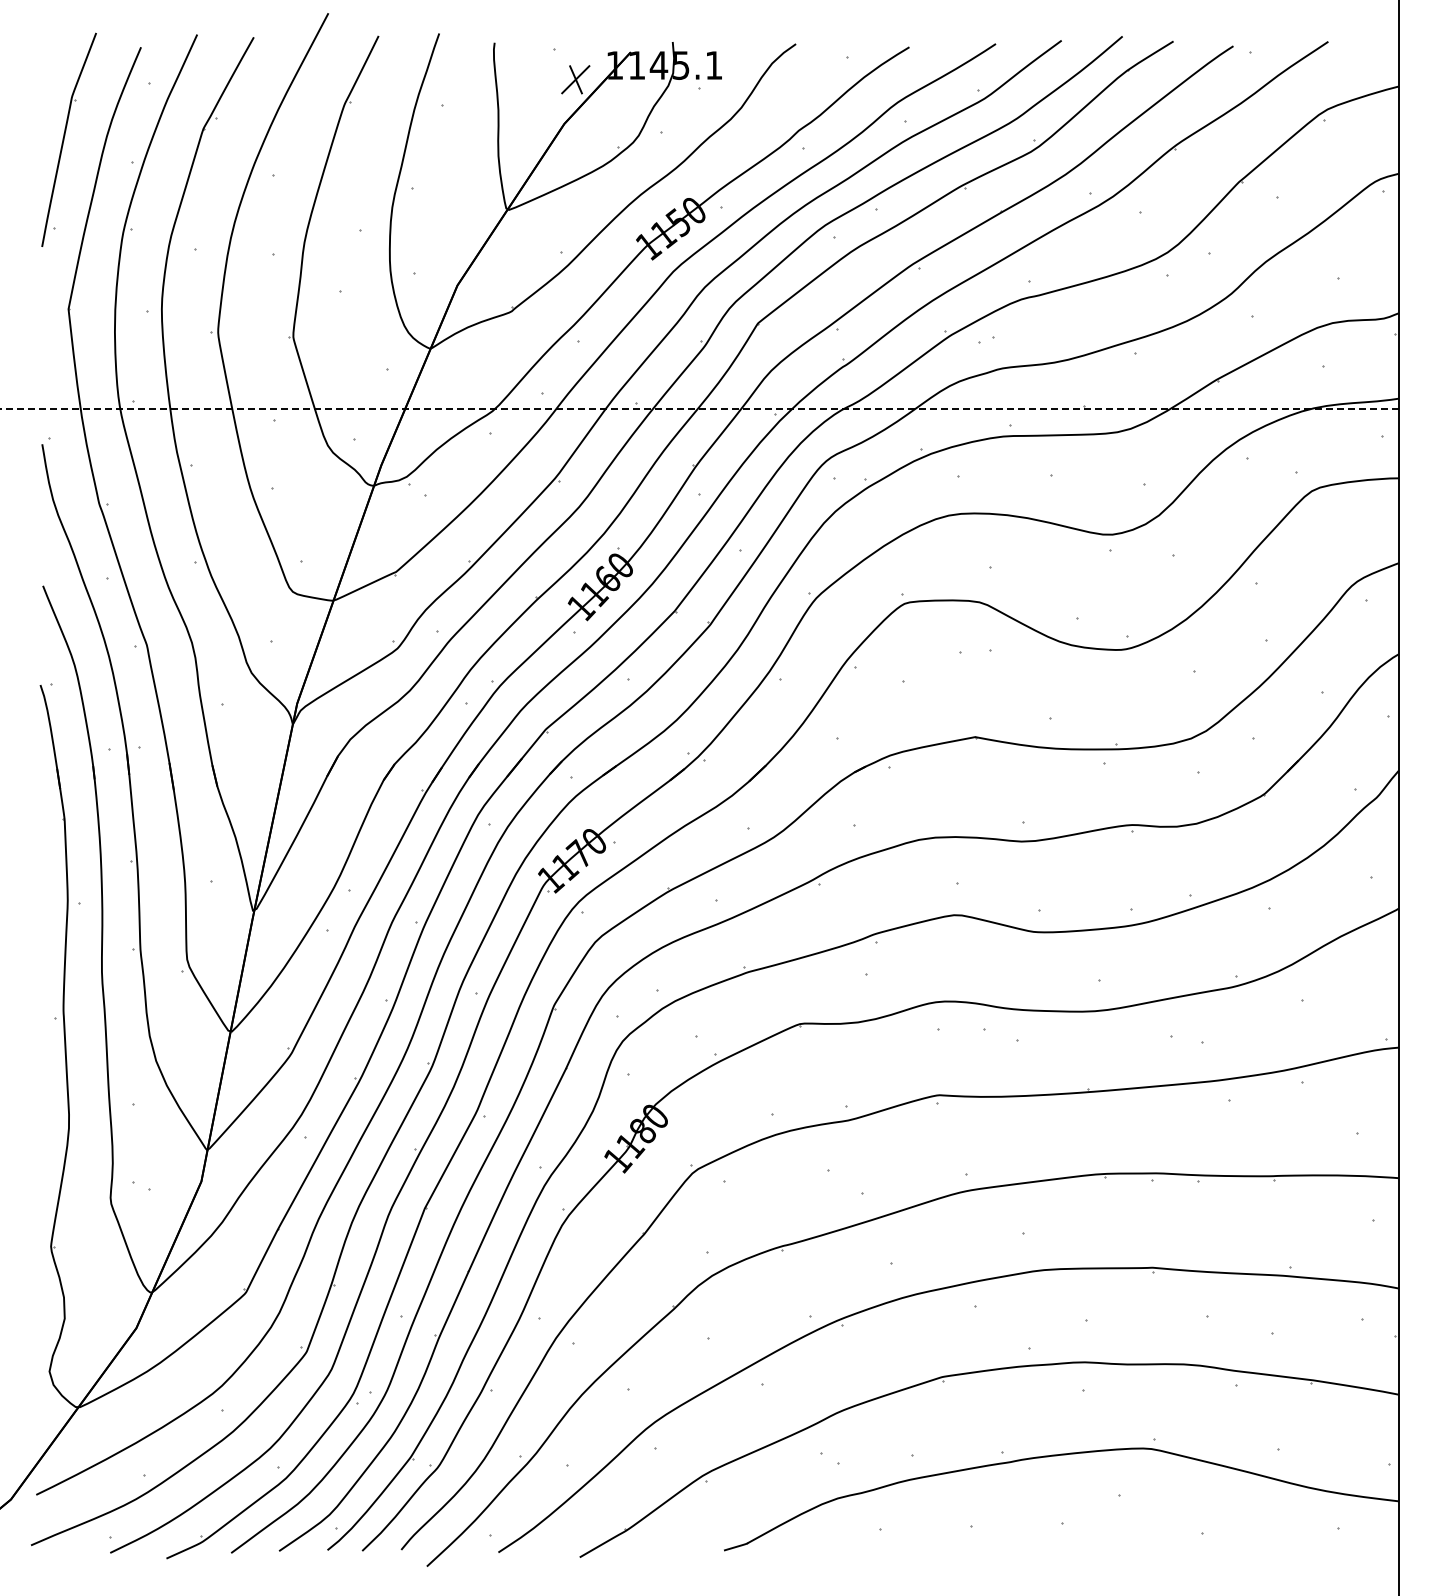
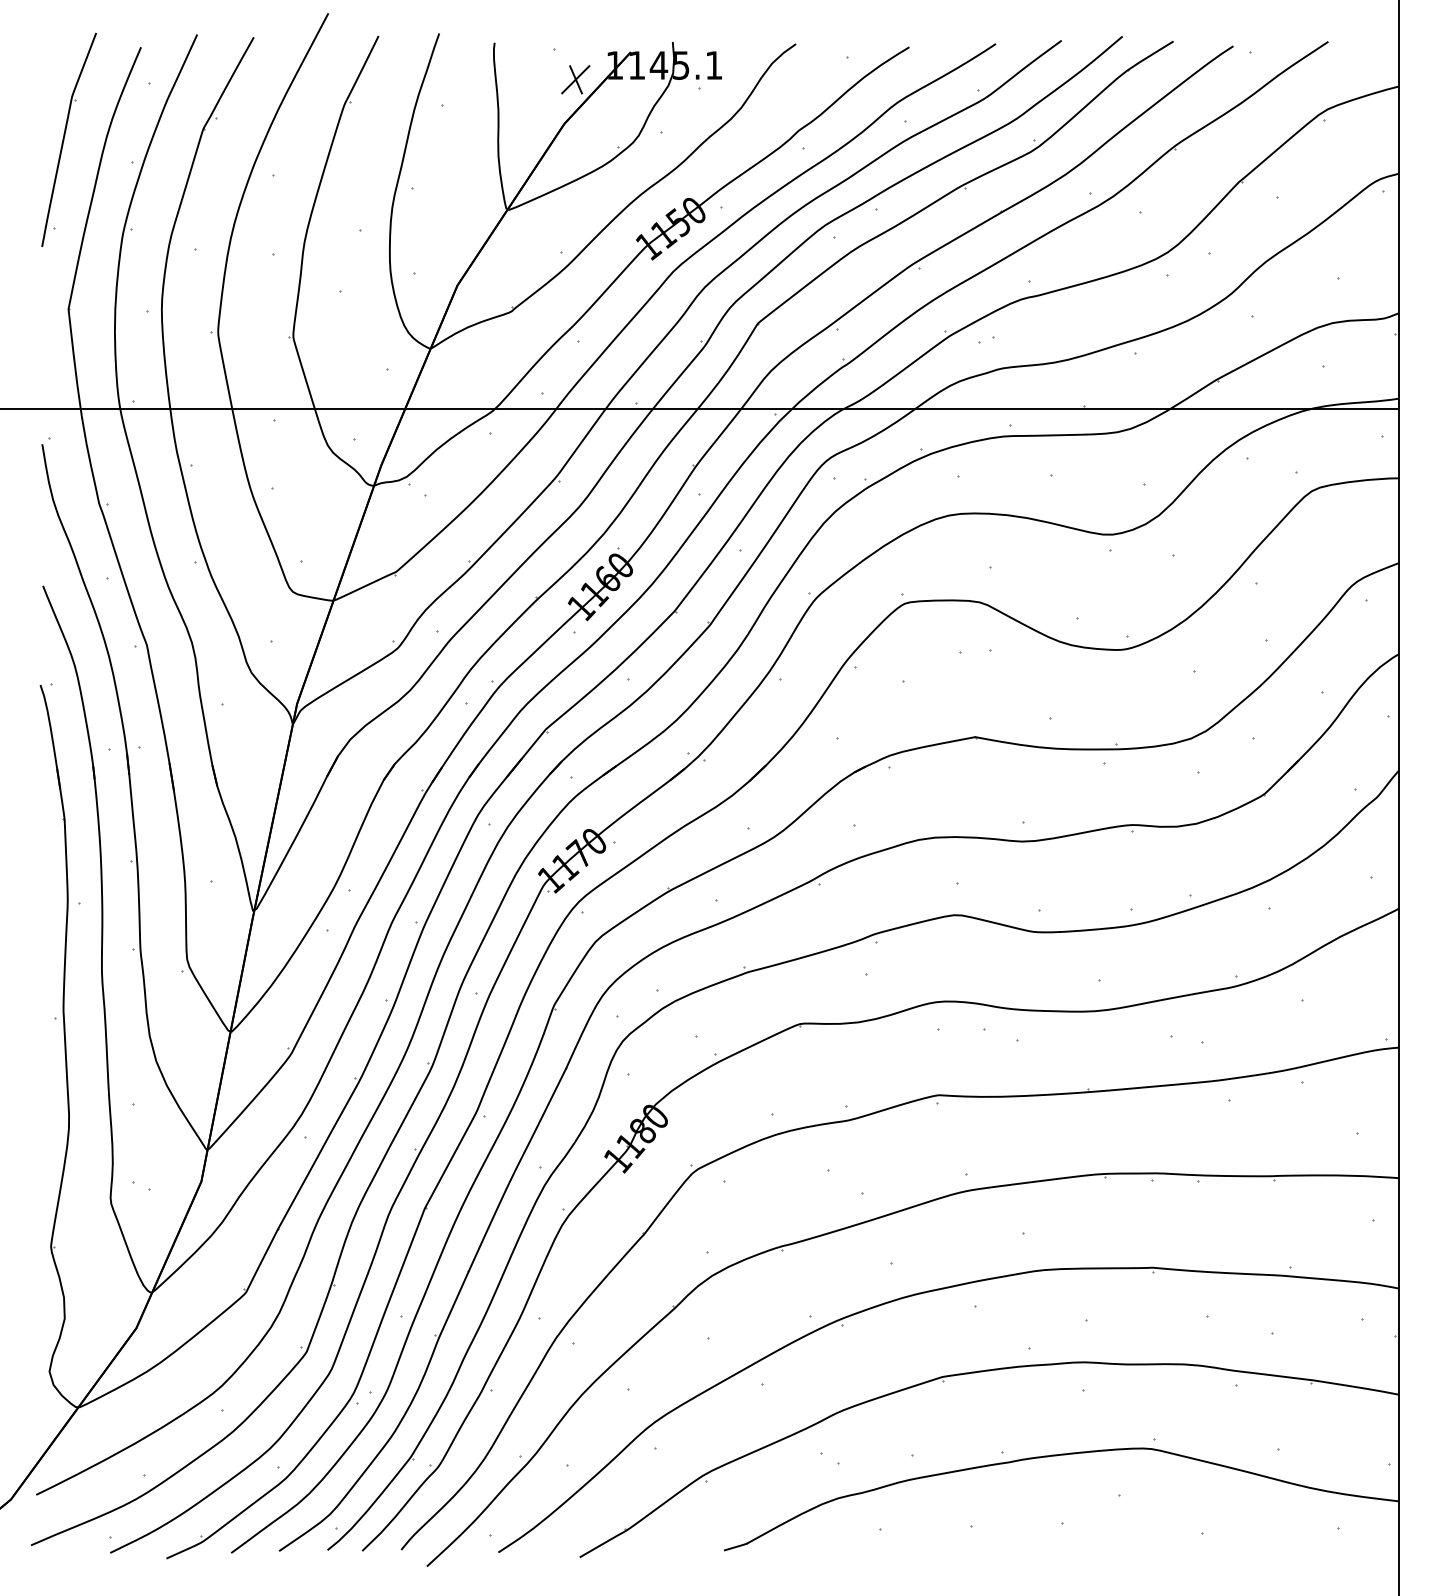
line at (699, 408): dashed -> solid
